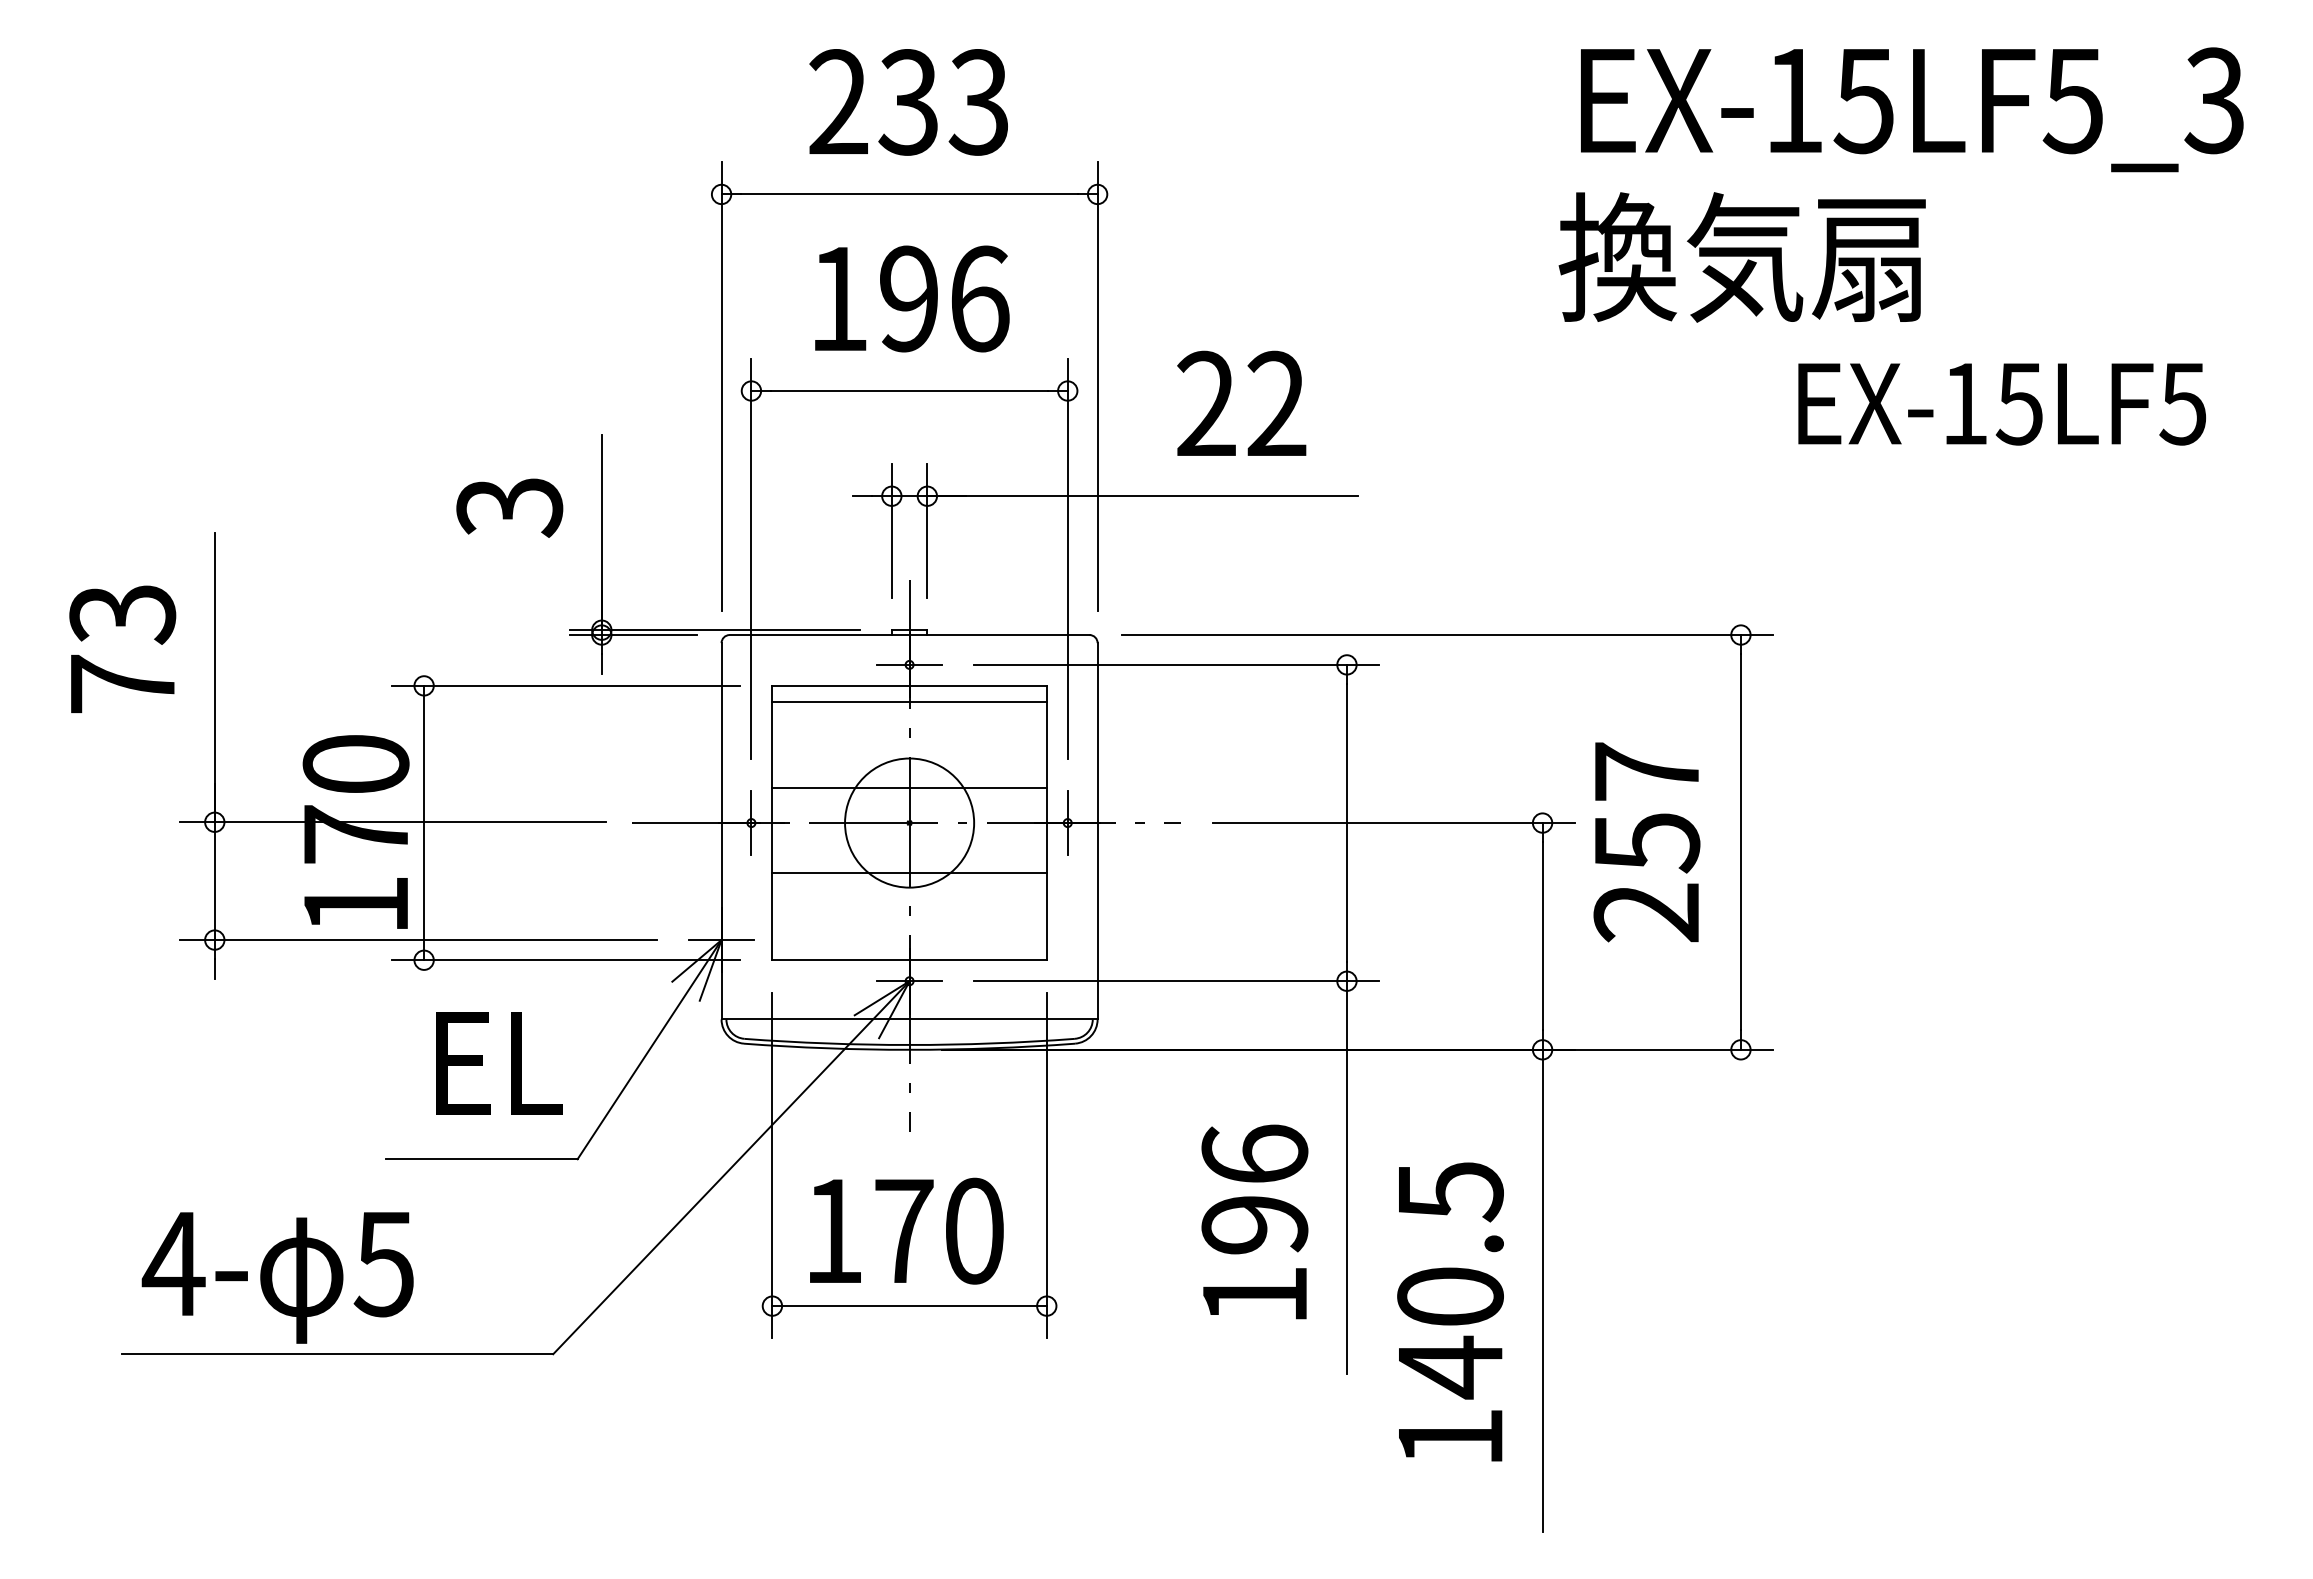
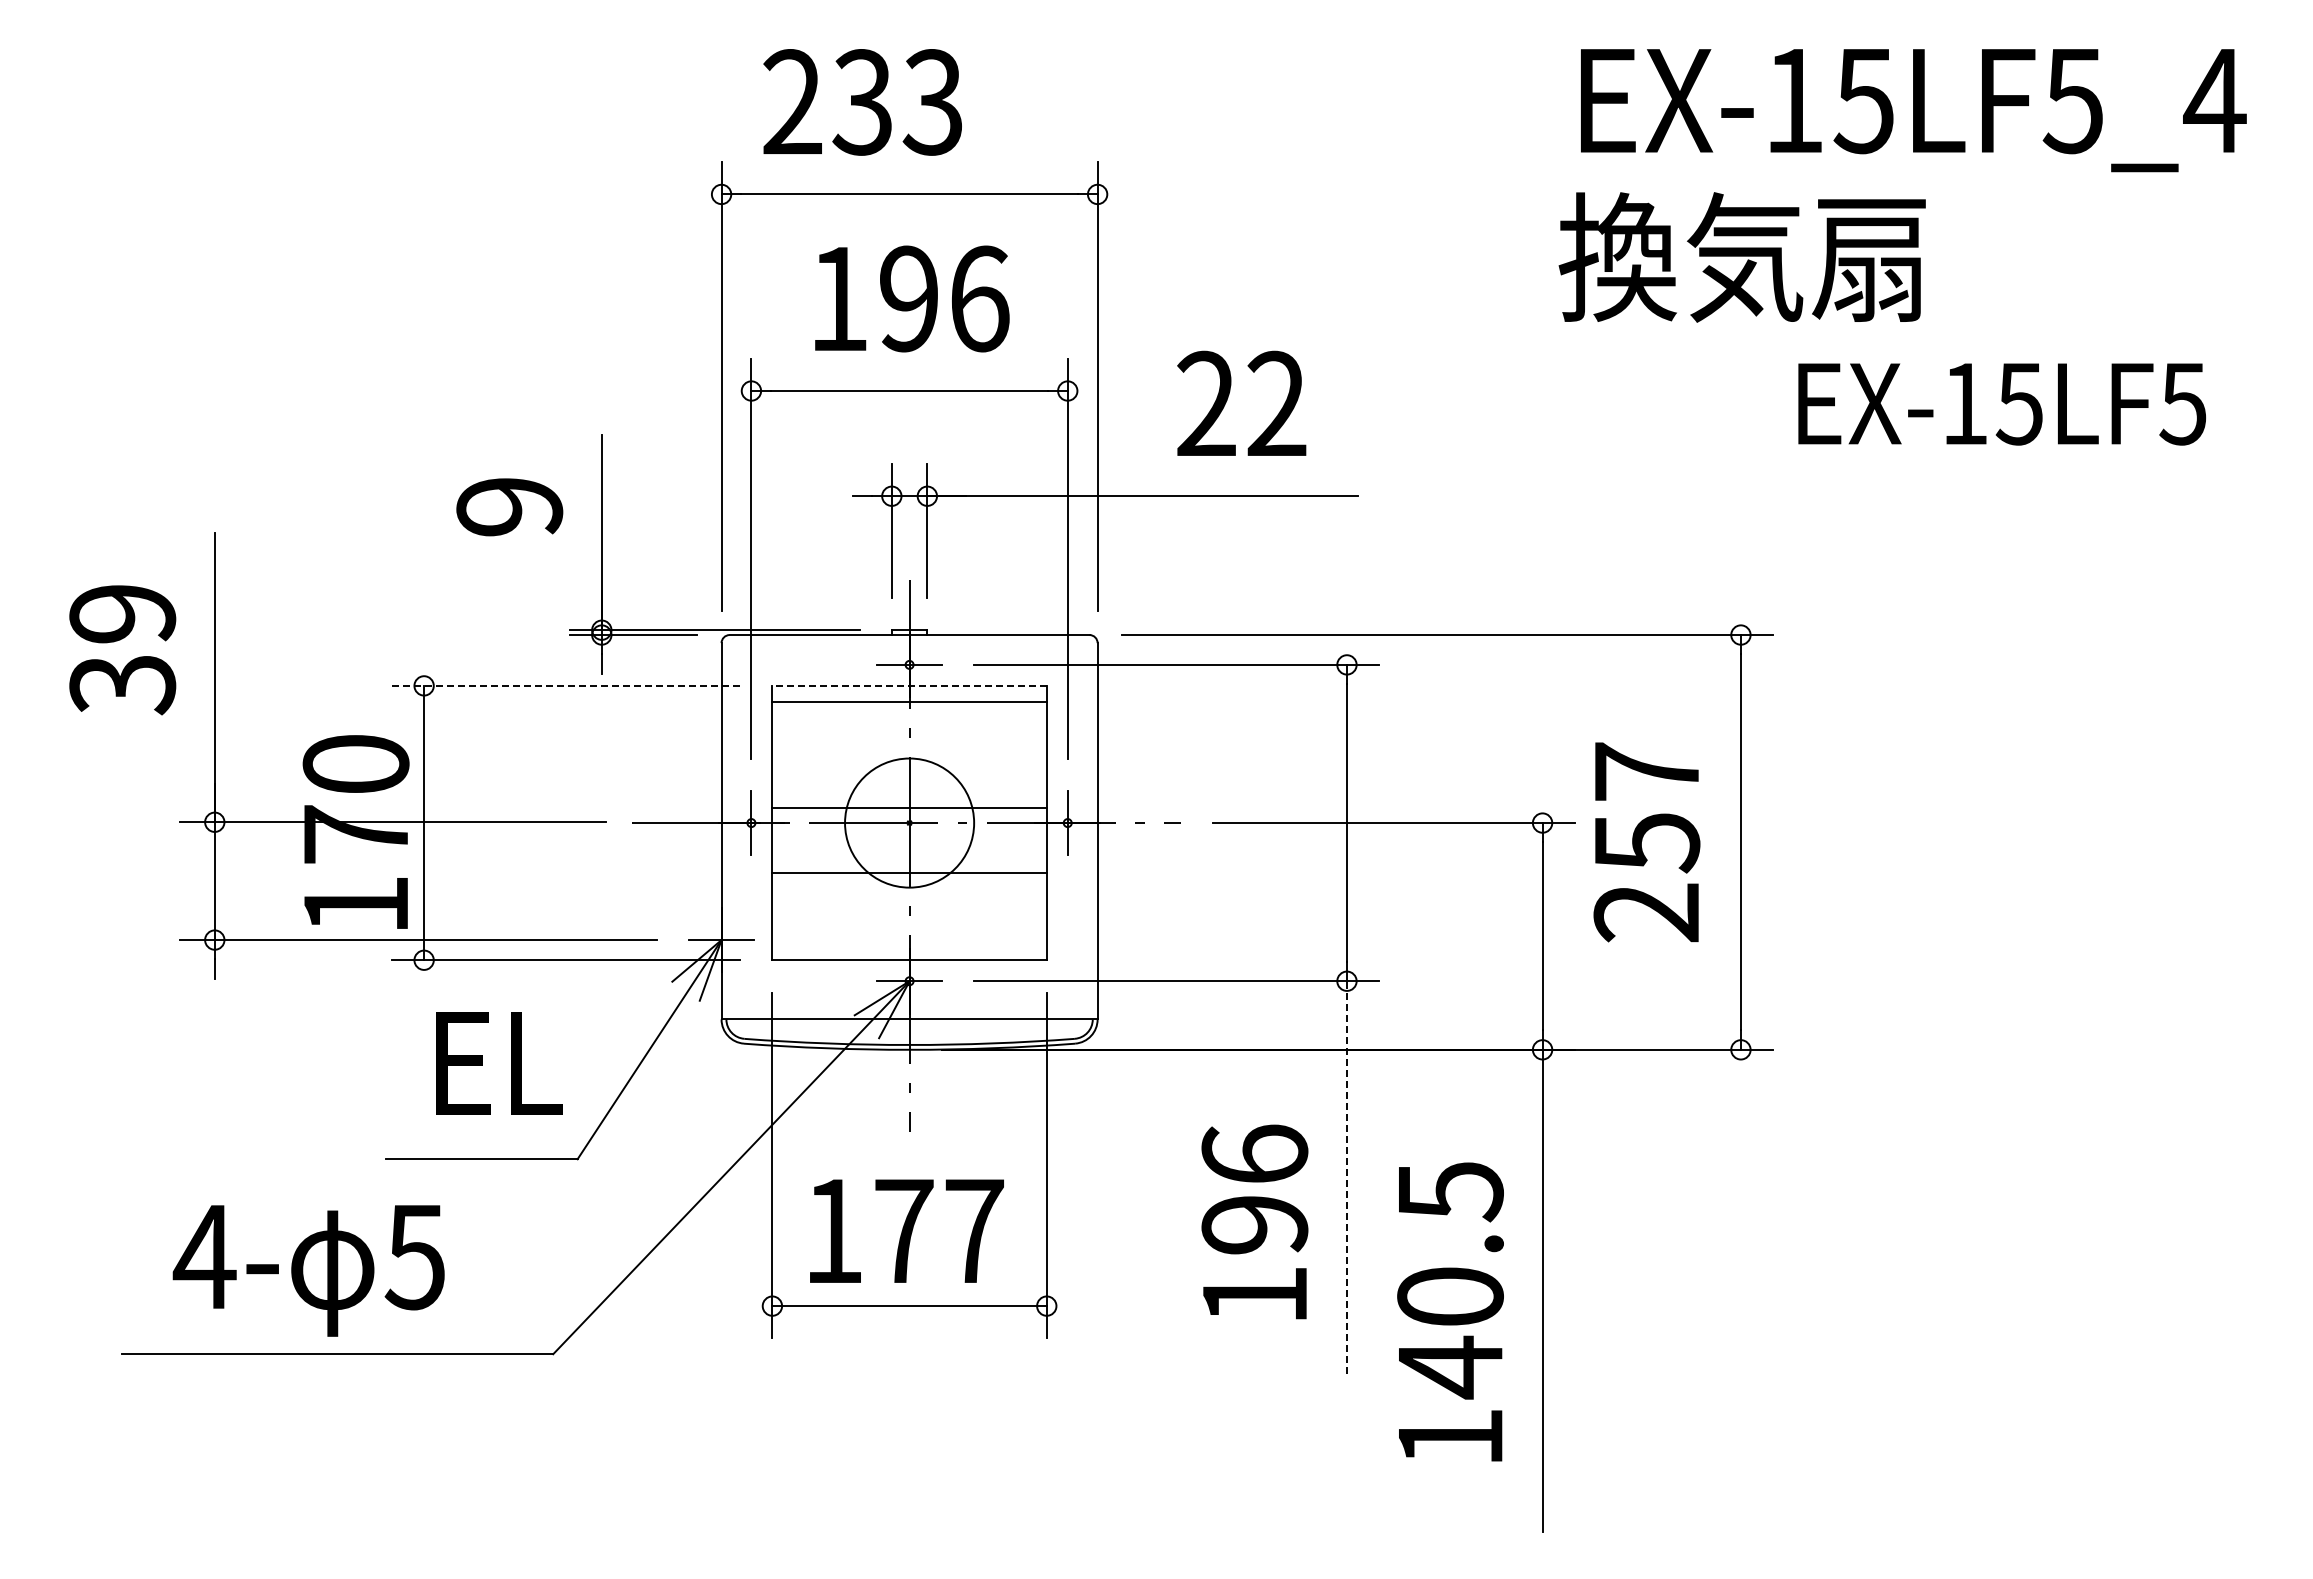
text at (2214, 100): EX-15LF5_3 -> EX-15LF5_4
text at (908, 102) position: (908, 102) -> (862, 102)
text at (509, 507): 3 -> 9
text at (122, 650): 73 -> 39
line at (565, 685): solid -> dashed
line at (909, 685): solid -> dashed
line at (909, 787) position: (909, 787) -> (909, 807)
line at (1346, 1176): solid -> dashed
text at (974, 1230): 170 -> 177
text at (277, 1277) position: (277, 1277) -> (308, 1270)
